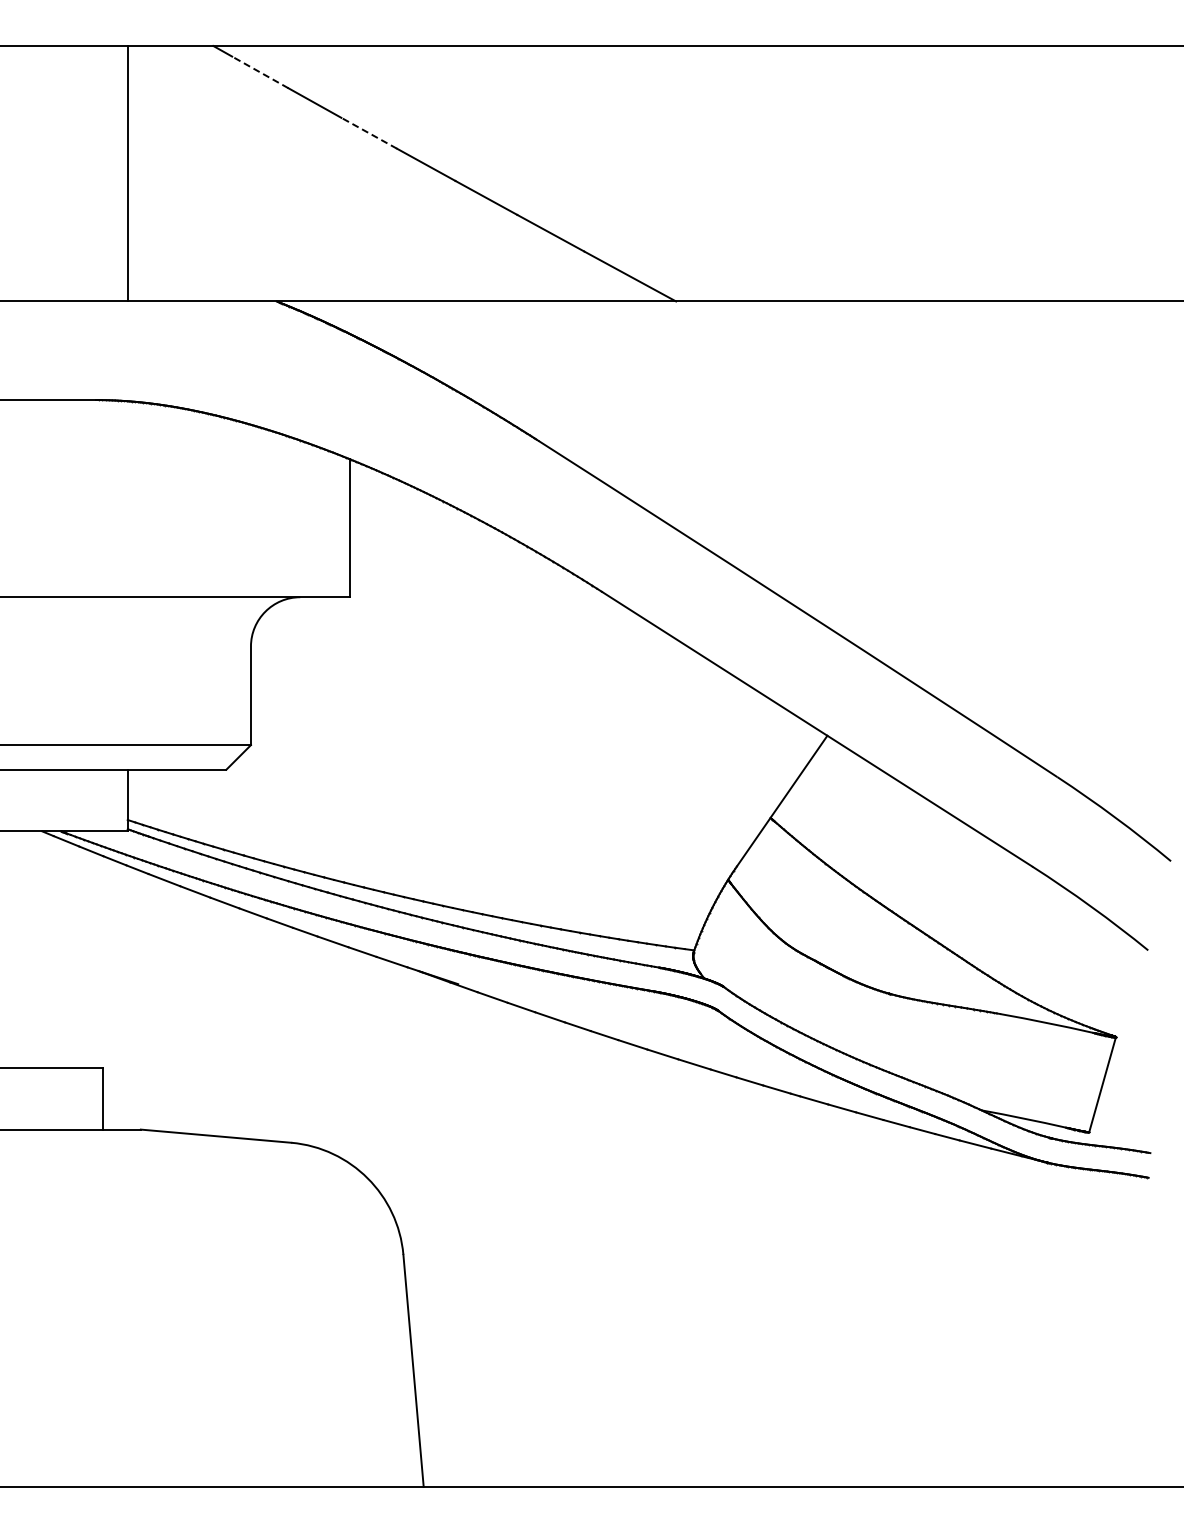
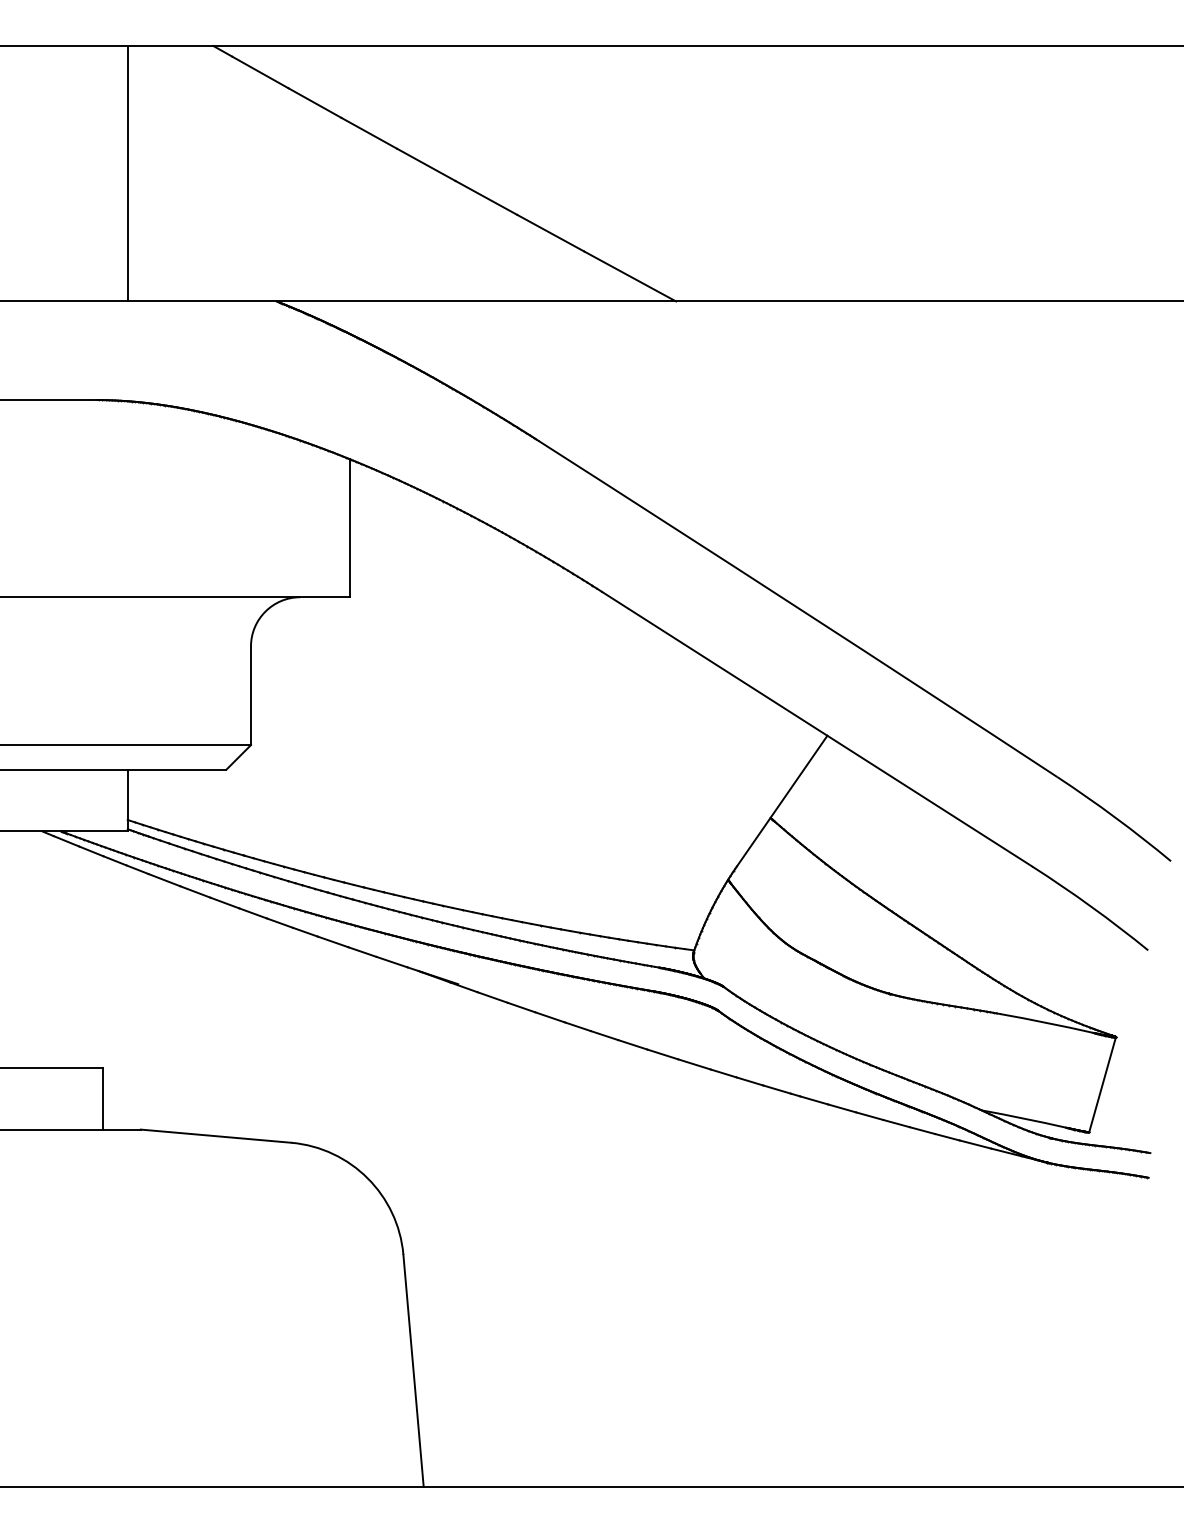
line at (259, 72): dashed -> solid
line at (369, 133): dashed -> solid
